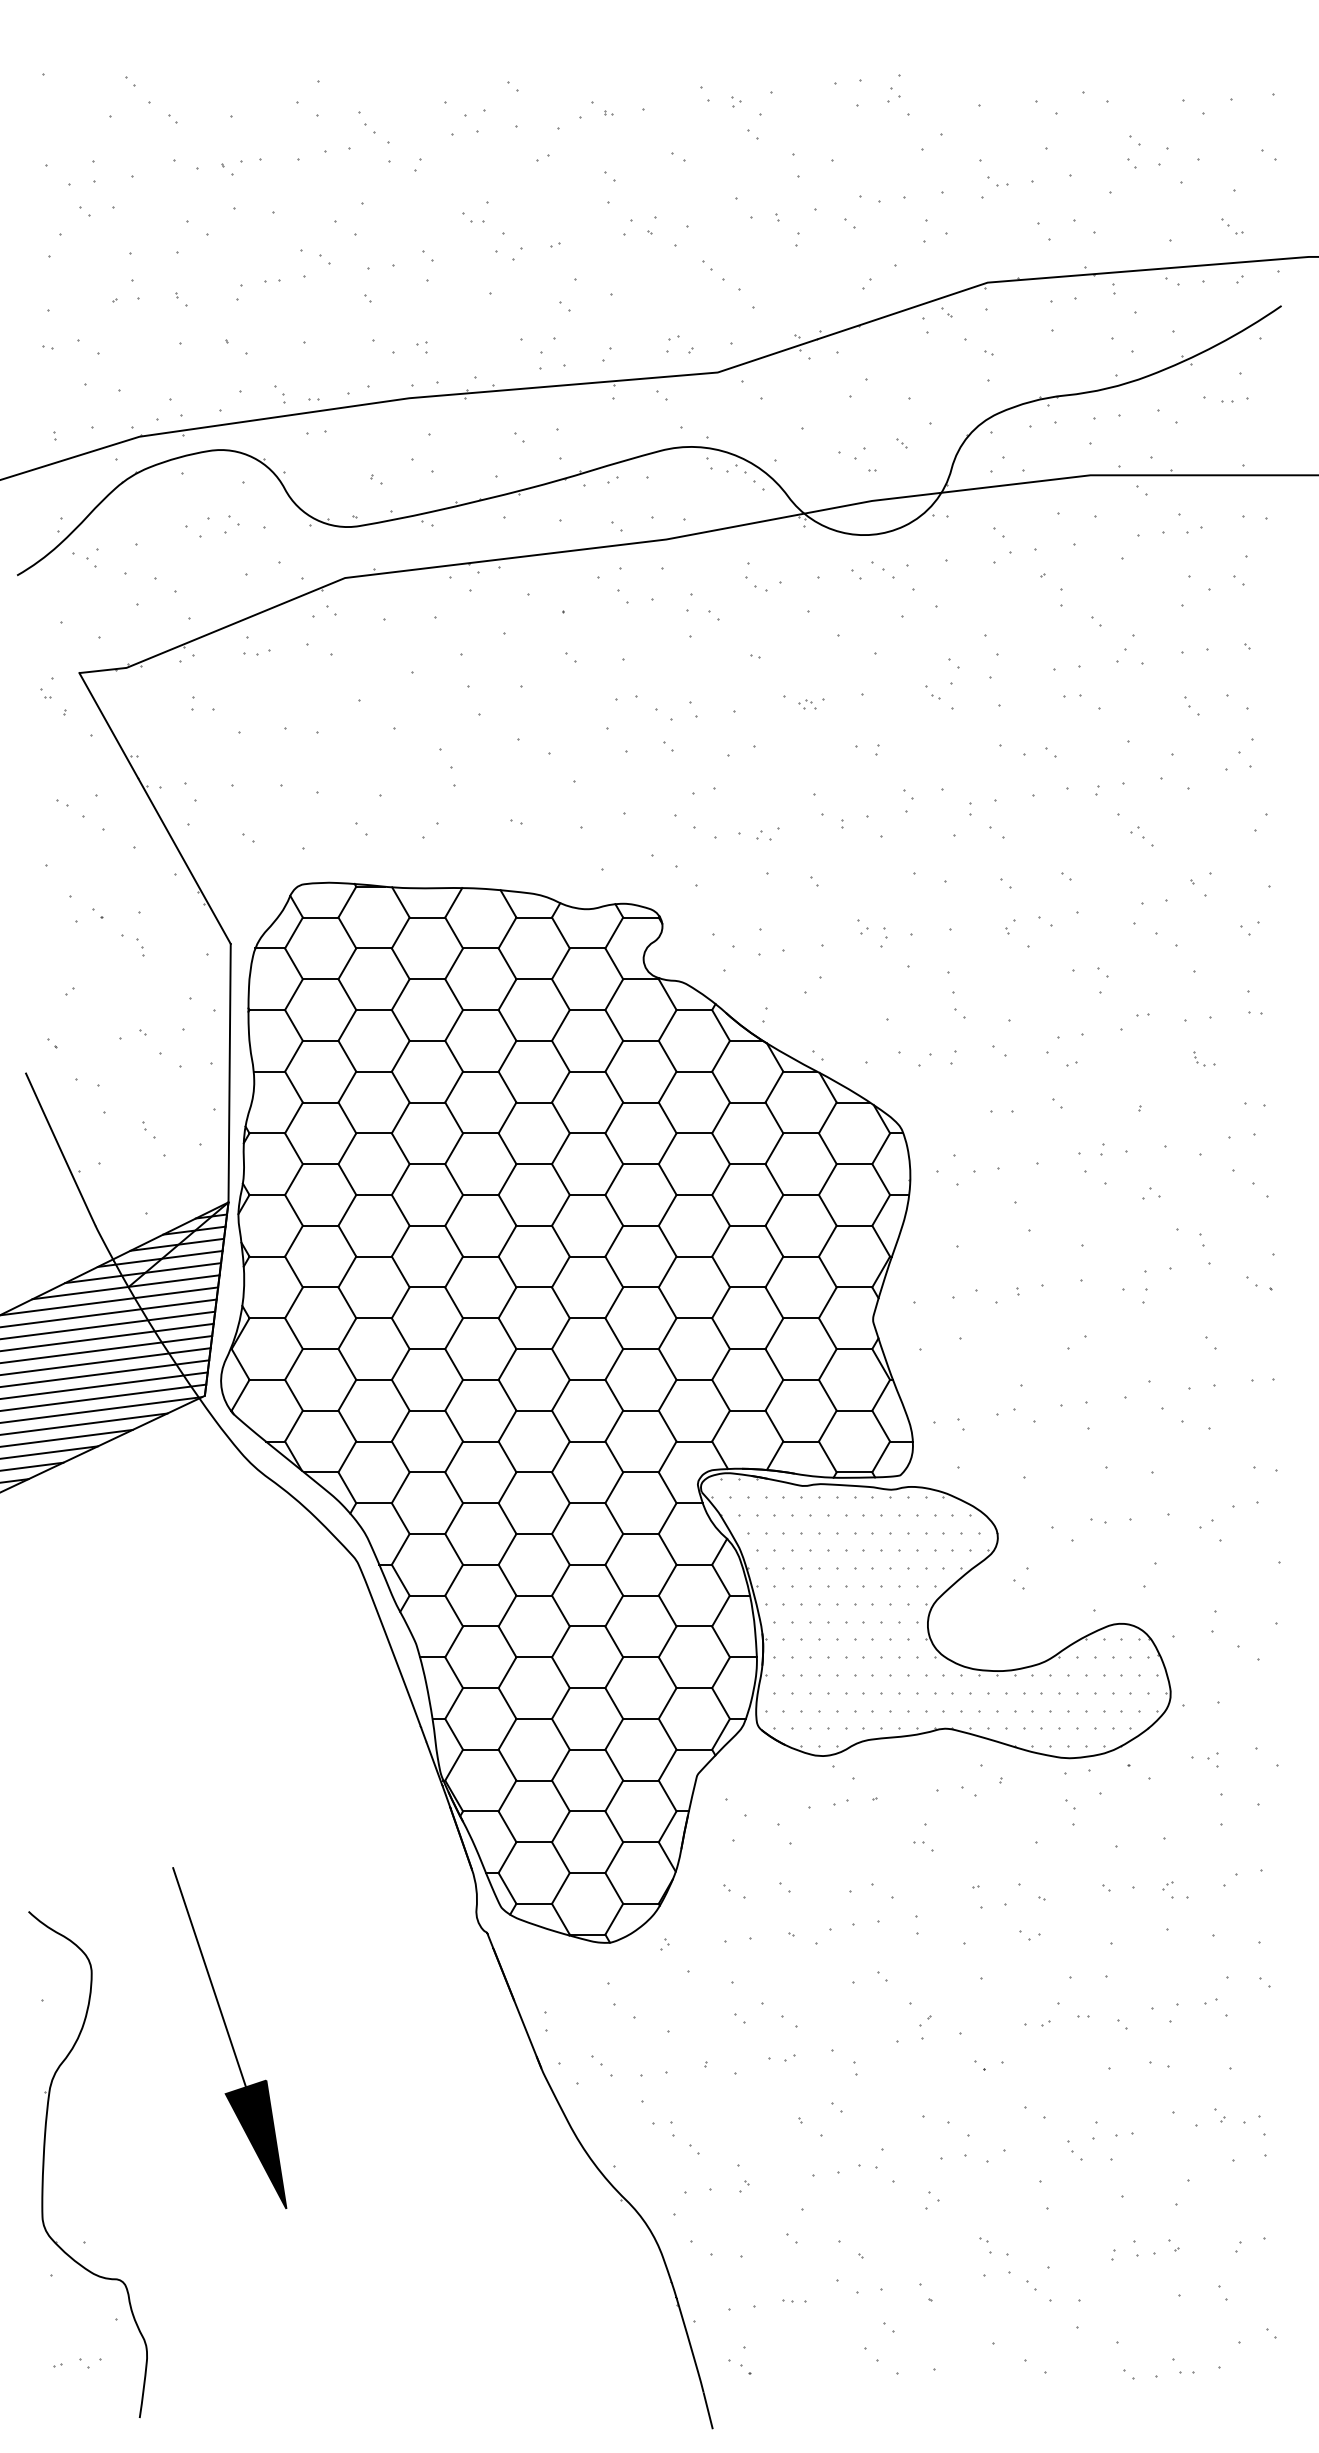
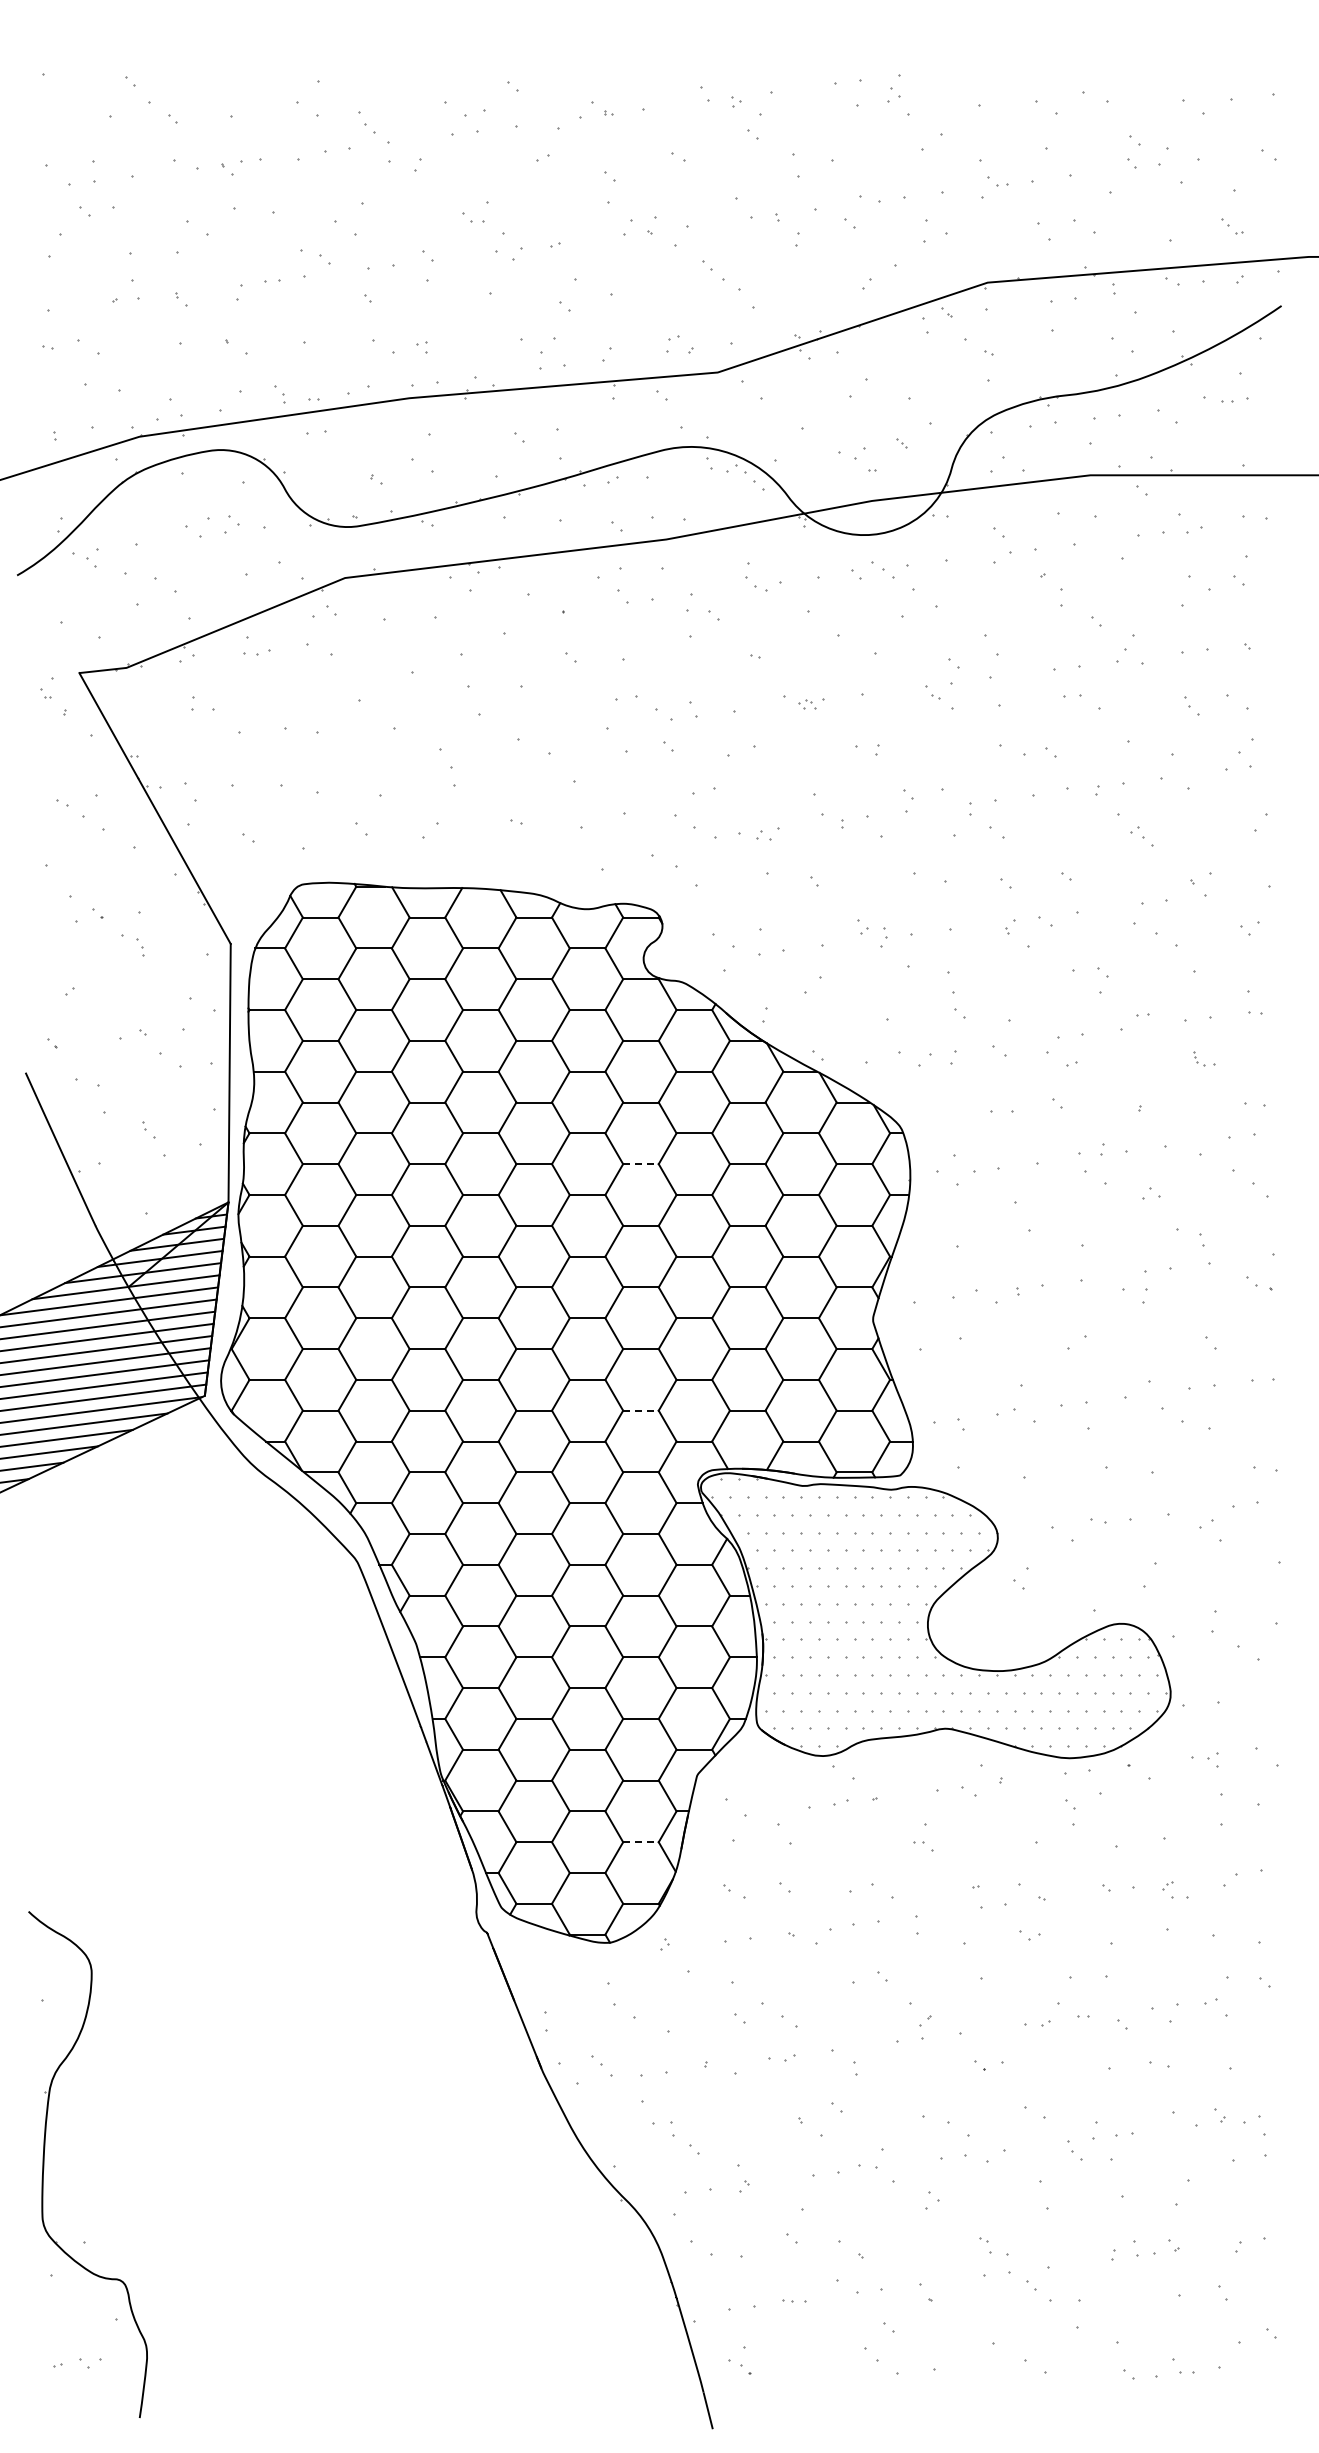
line at (640, 1164): solid -> dashed
line at (640, 1410): solid -> dashed
line at (640, 1842): solid -> dashed
part at (229, 2038): present -> none
